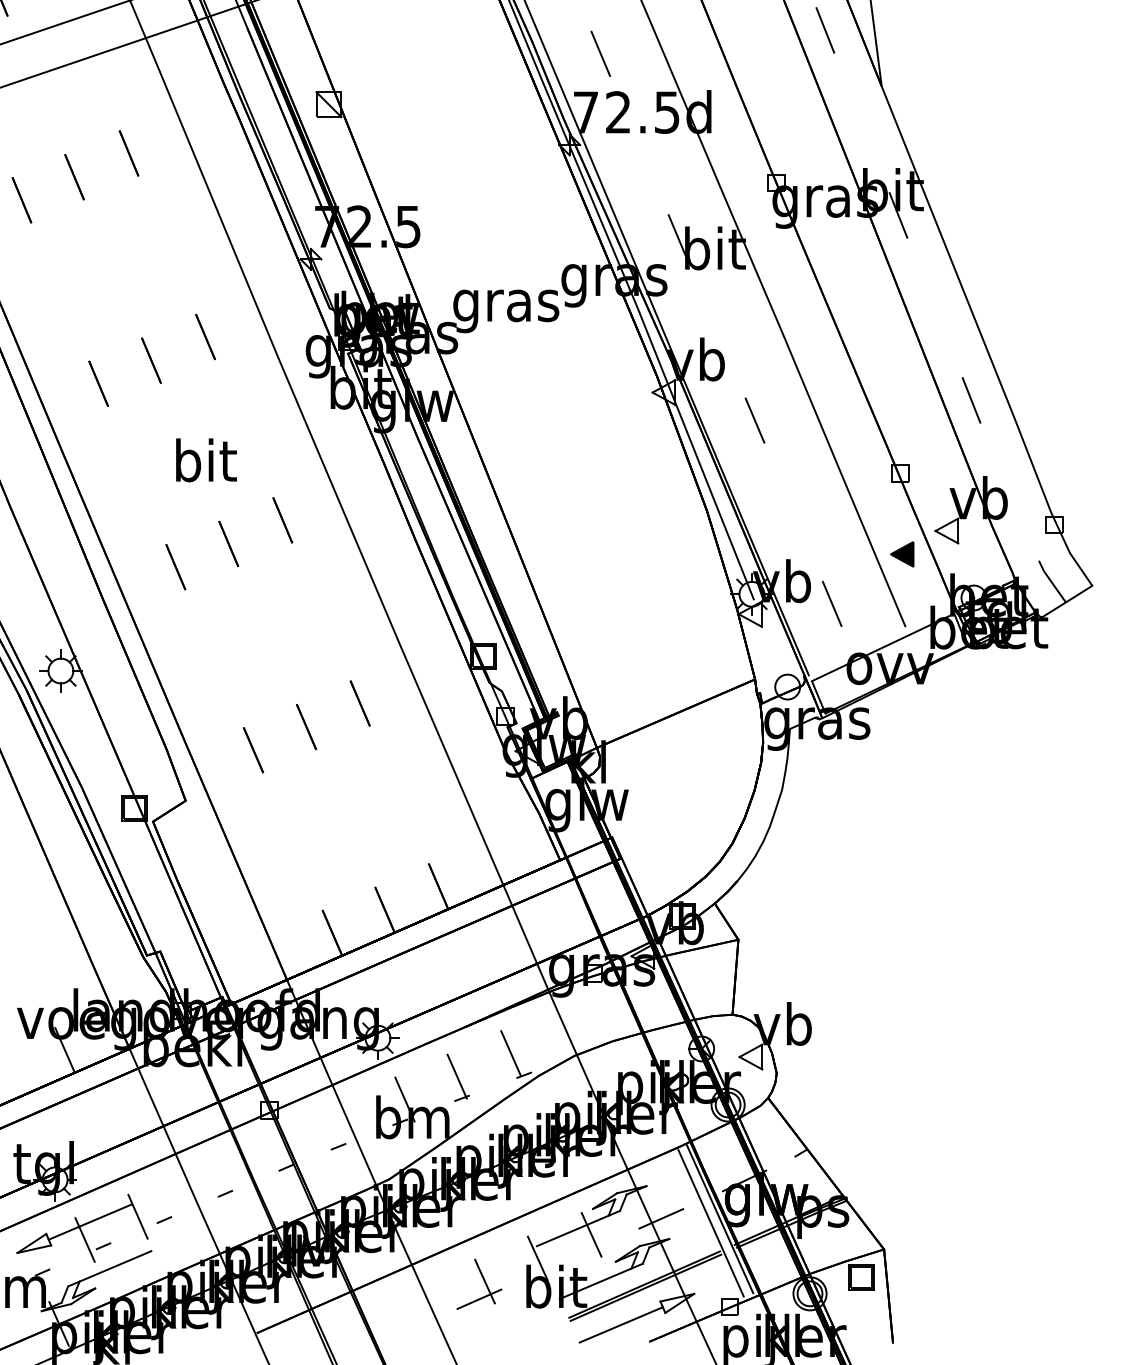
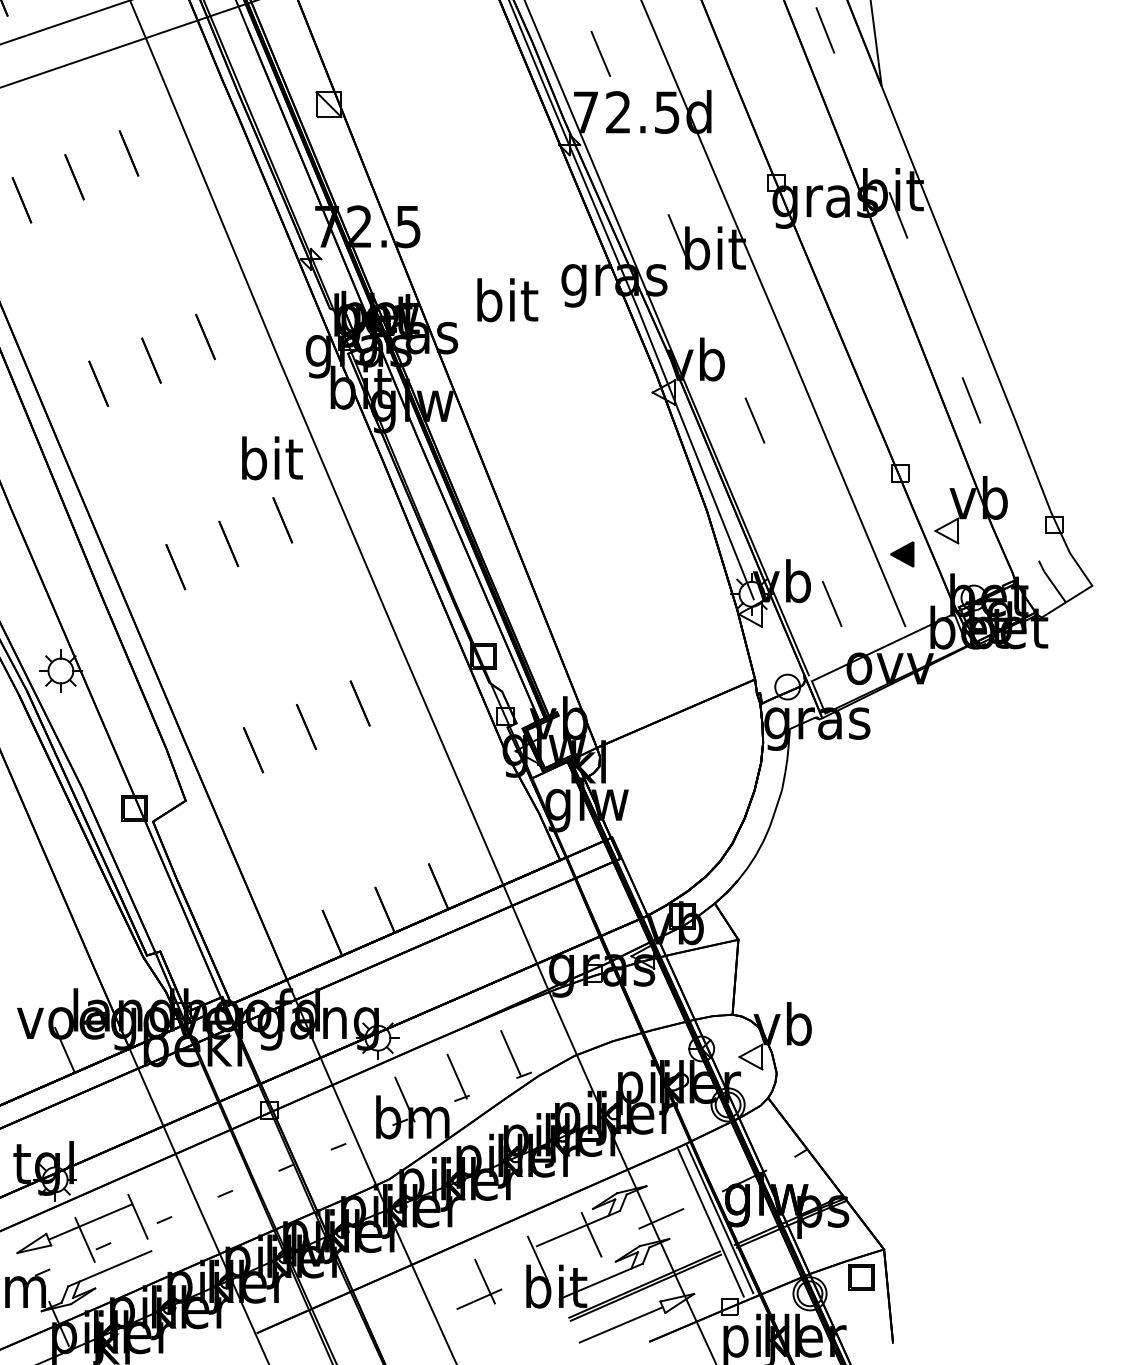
text at (506, 305): gras -> bit
text at (206, 460) position: (206, 460) -> (272, 458)
